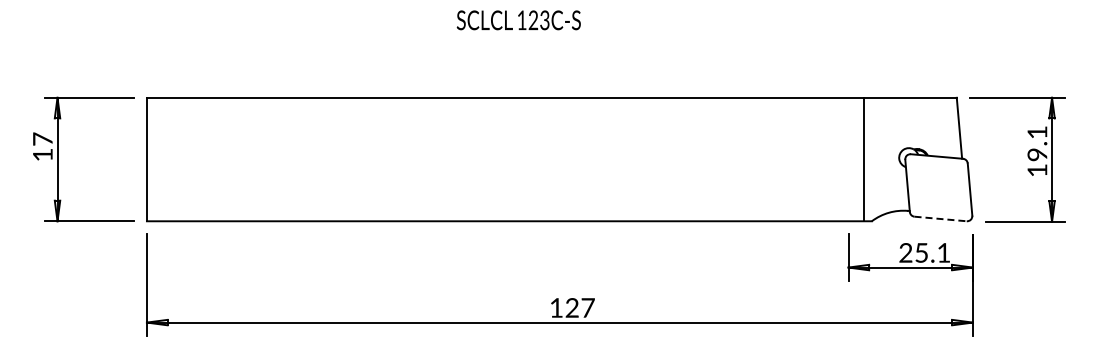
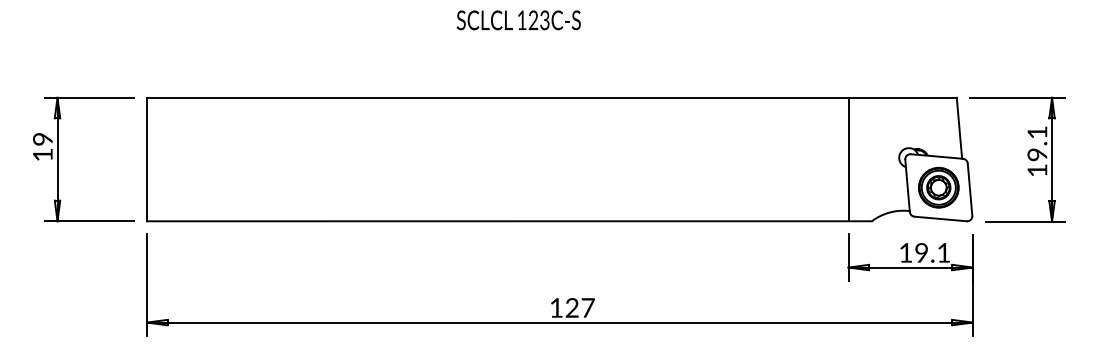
text at (42, 138): 17 -> 19
line at (863, 159) position: (863, 159) -> (848, 159)
part at (938, 187): none -> present
line at (941, 219): dashed -> solid
text at (913, 252): 25.1 -> 19.1
